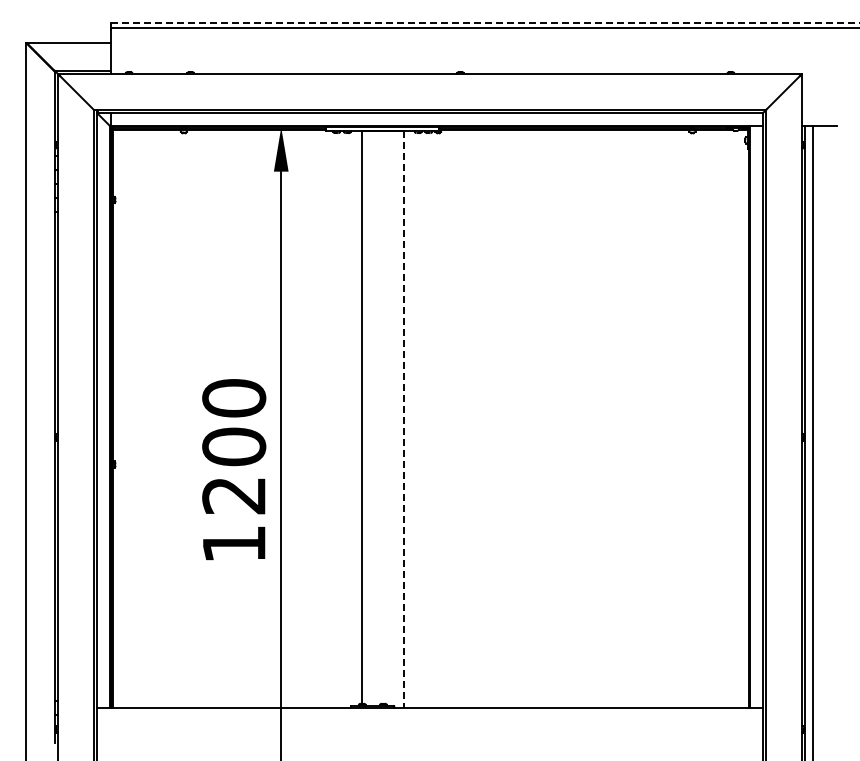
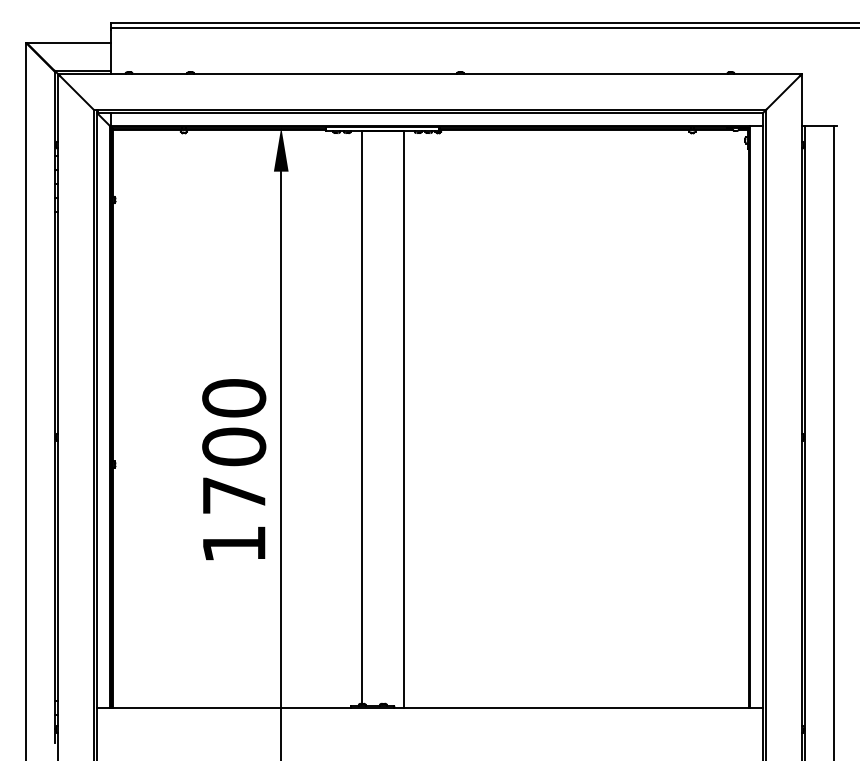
line at (486, 22): dashed -> solid
line at (404, 419): dashed -> solid
line at (812, 441) position: (812, 441) -> (833, 441)
text at (233, 495): 1200 -> 1700
